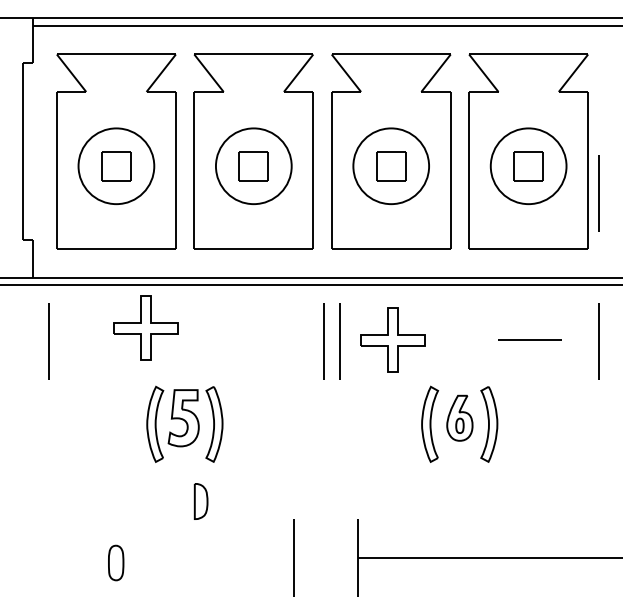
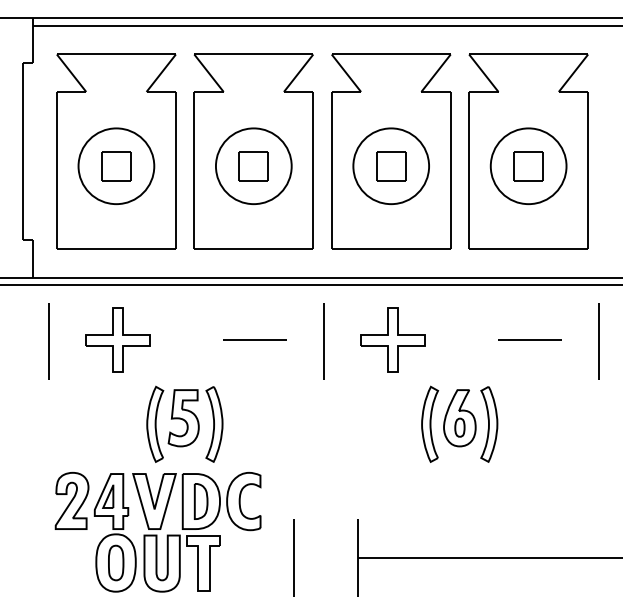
line at (598, 193): present -> none
part at (145, 327) position: (145, 327) -> (117, 339)
line at (254, 339): none -> present
line at (339, 341): present -> none
part at (459, 417) size: 28x48 px -> 34x59 px
part at (157, 532): none -> present
